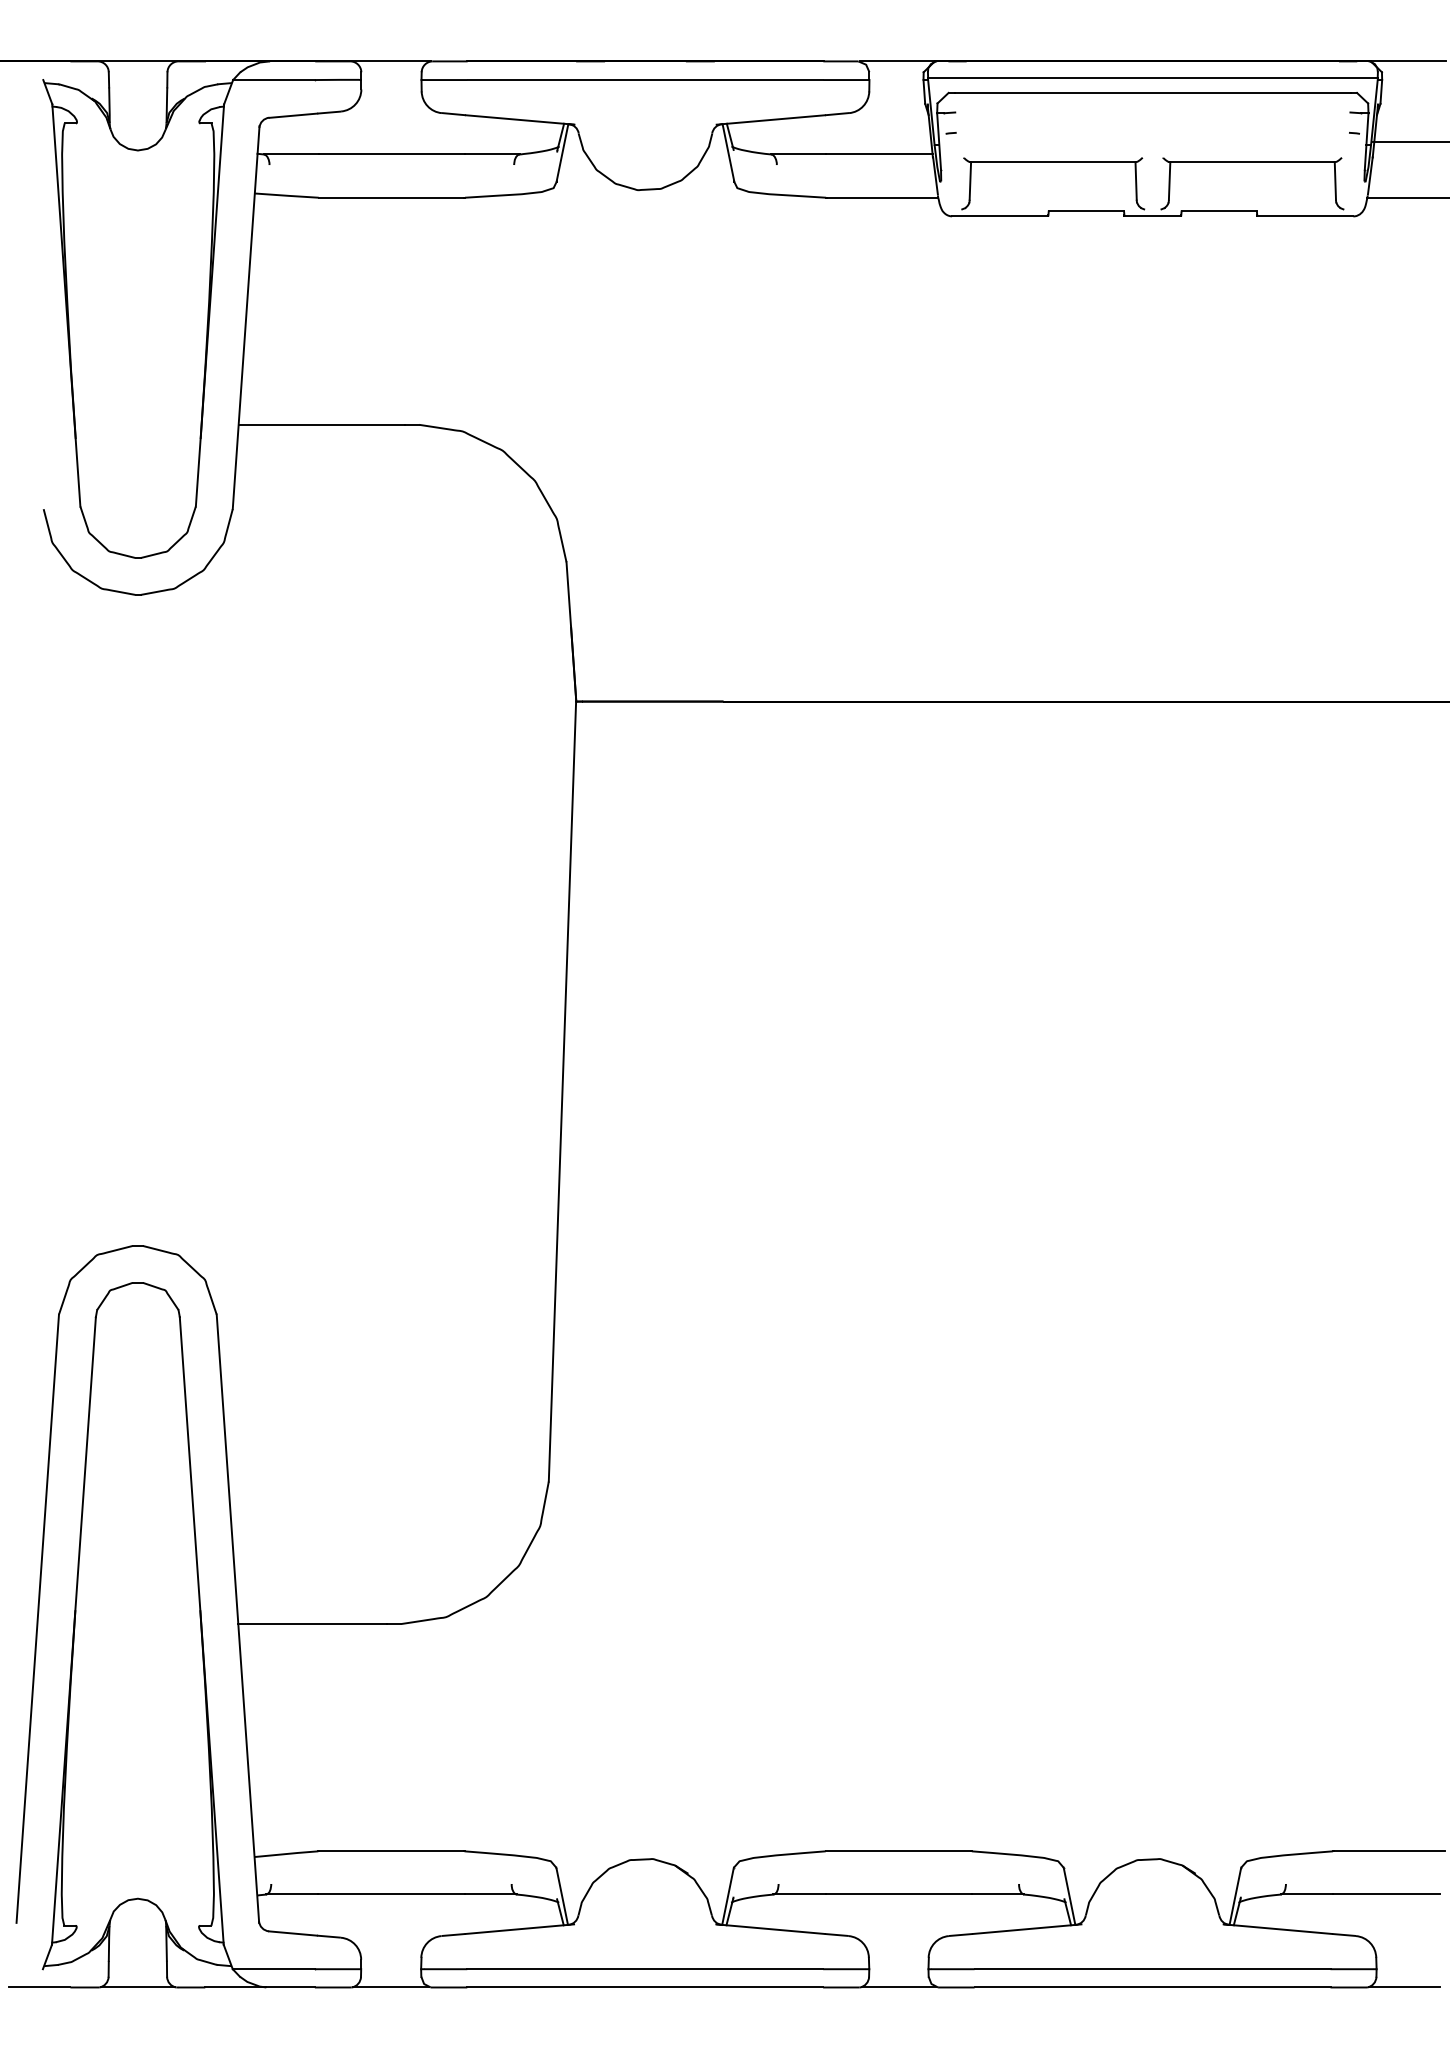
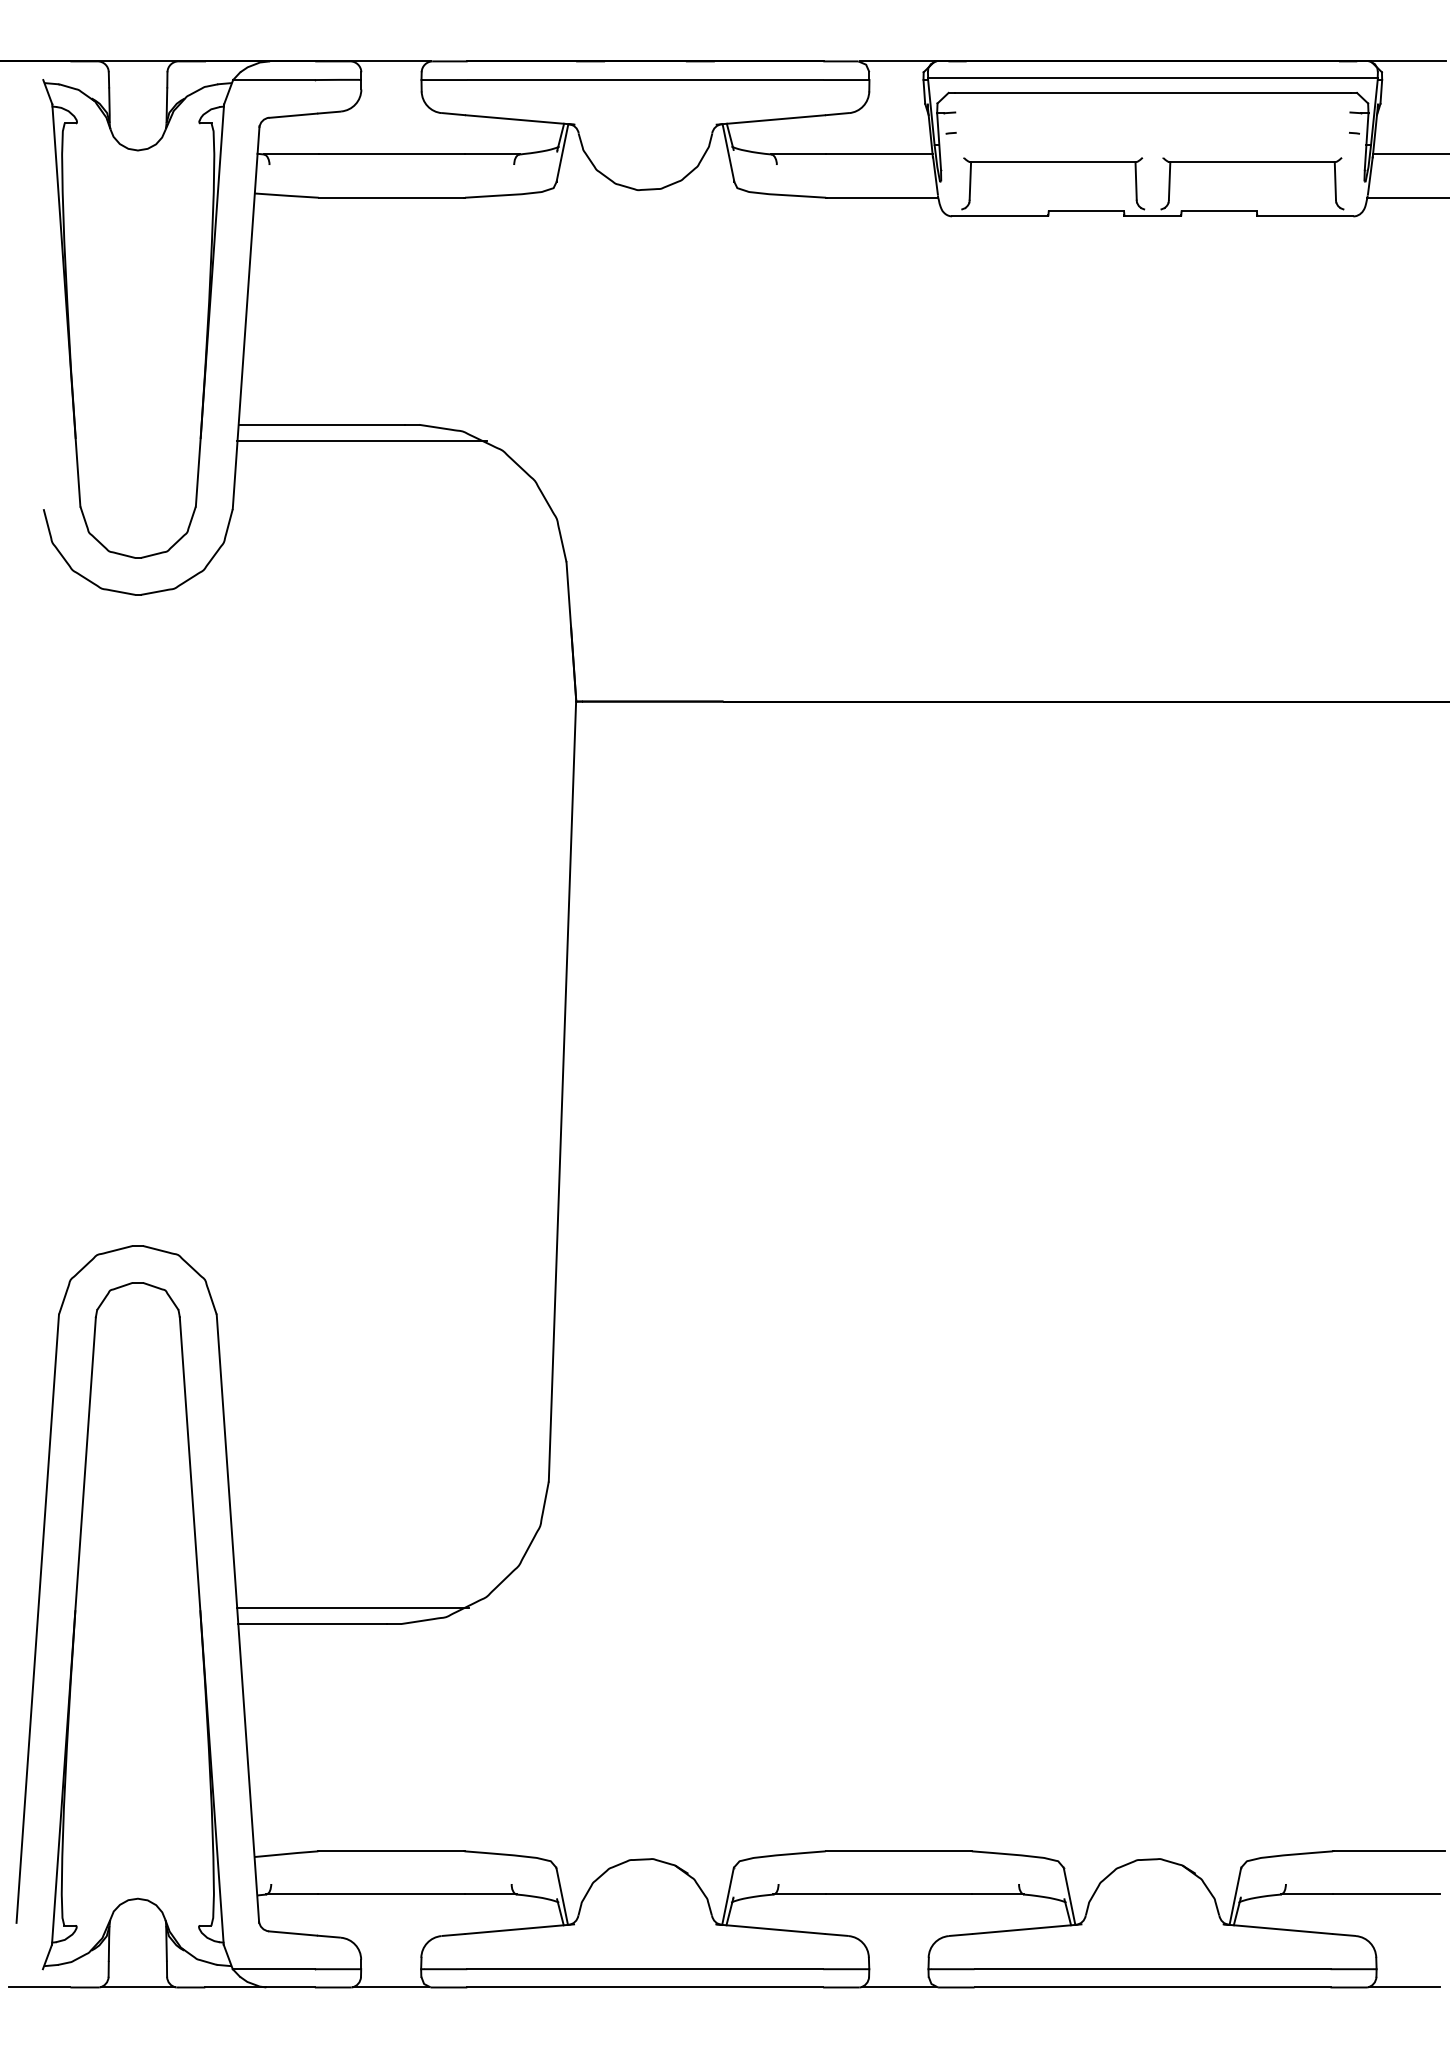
line at (1409, 142) position: (1409, 142) -> (1409, 154)
line at (361, 441): none -> present
line at (352, 1607): none -> present
